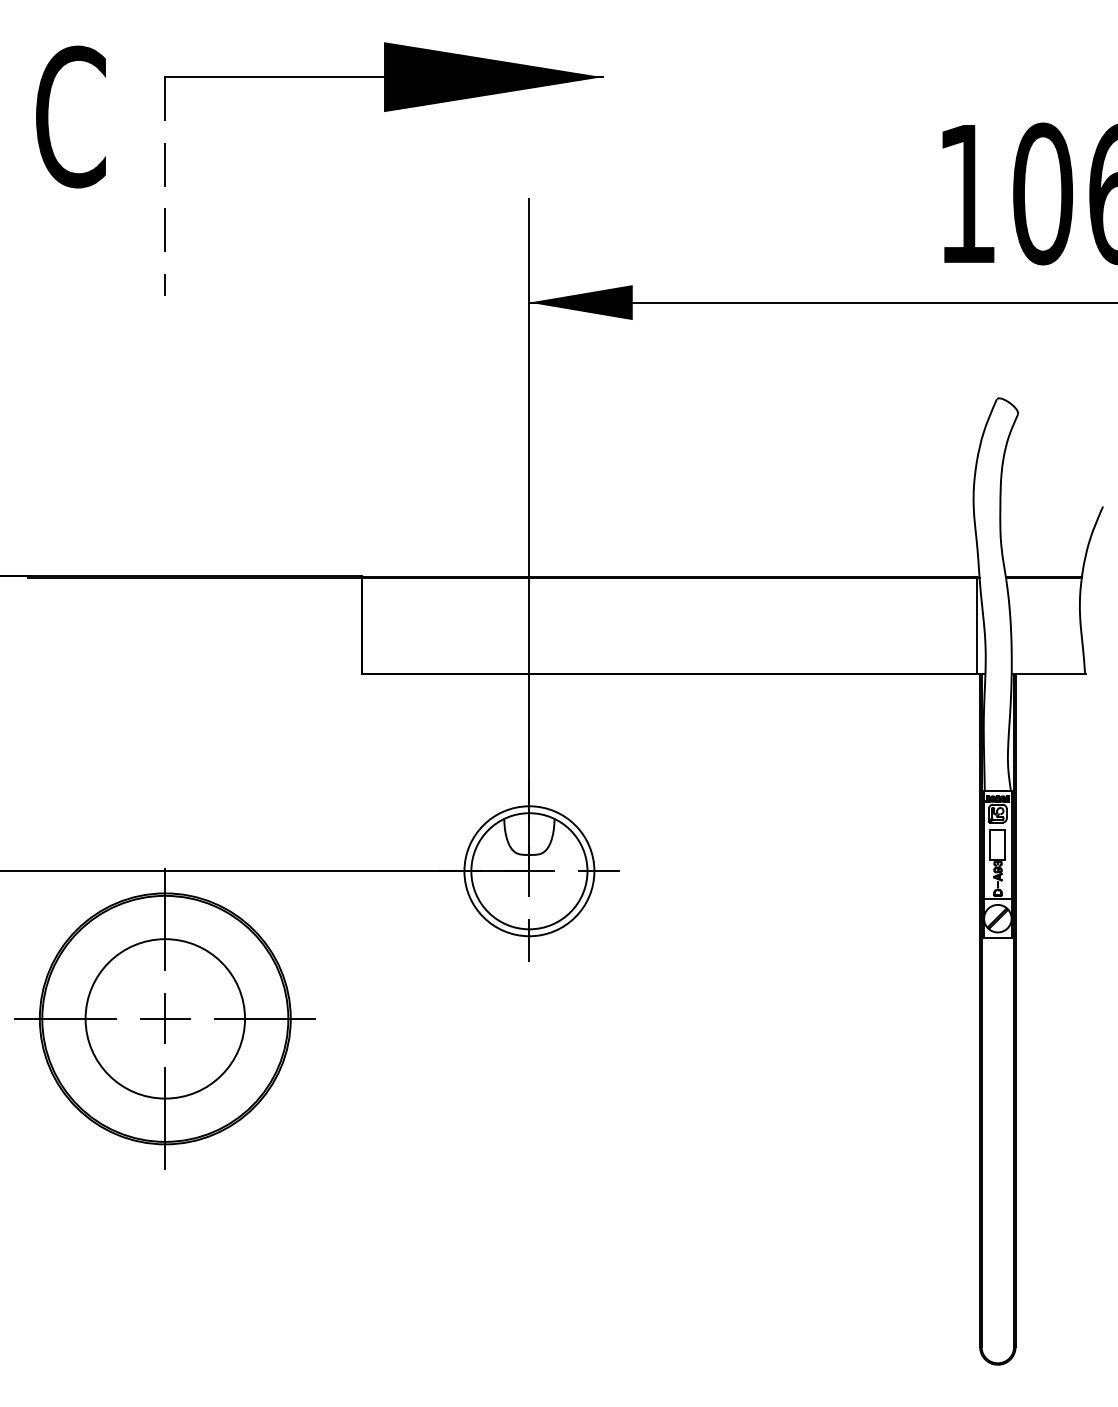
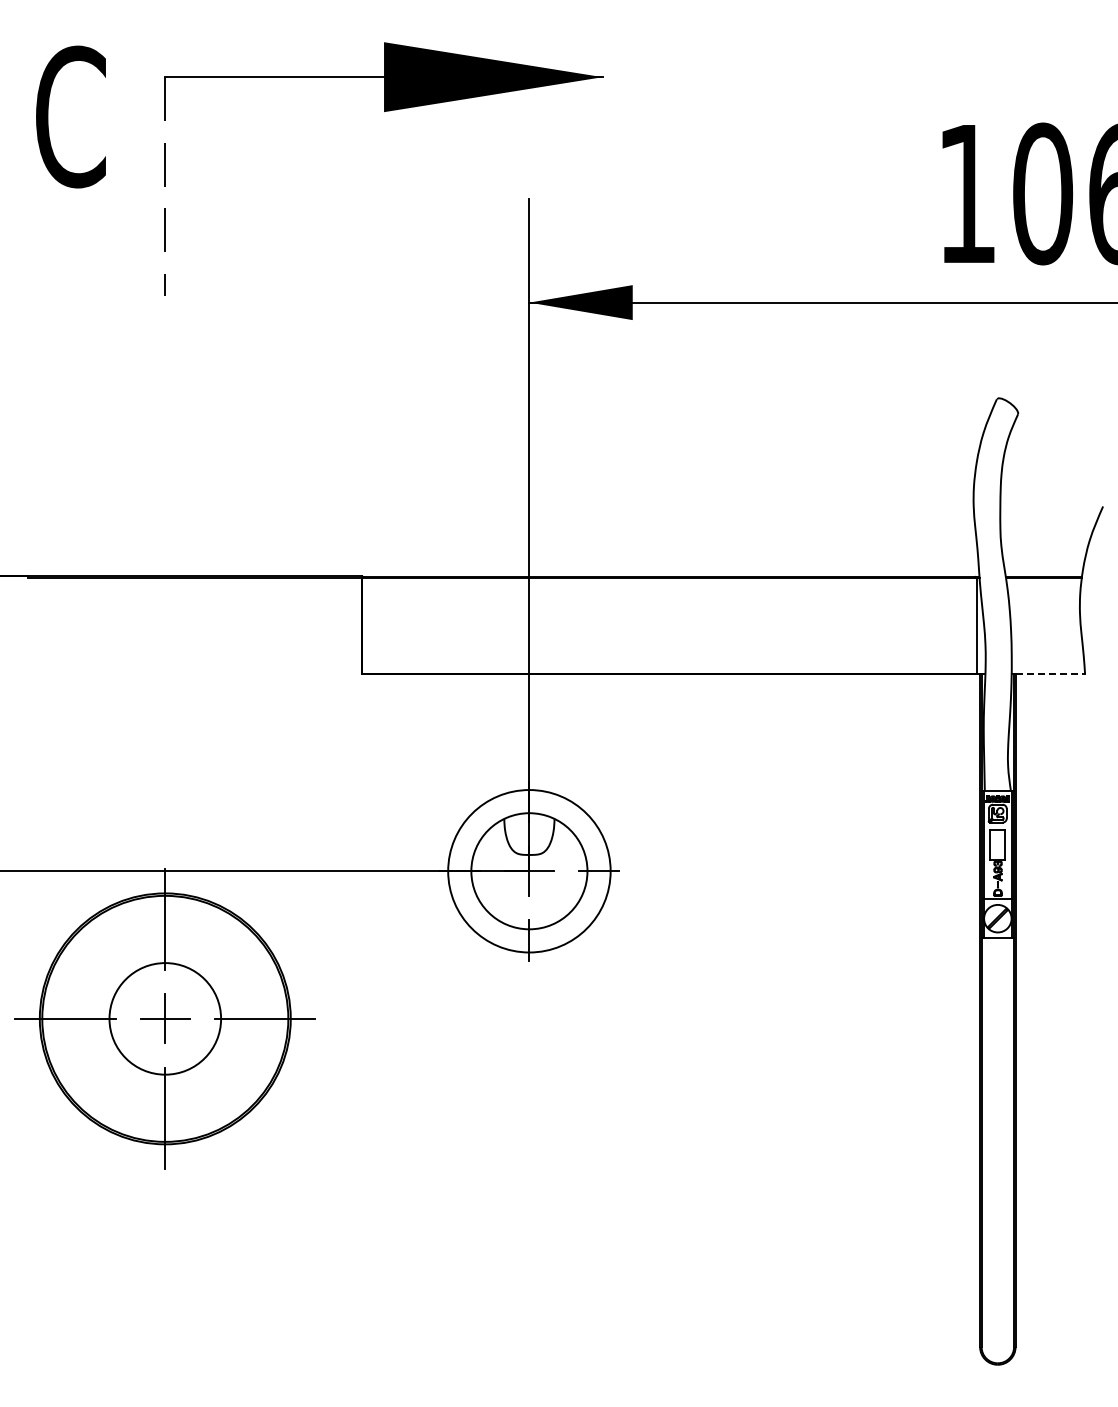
line at (1051, 674): solid -> dashed
circle at (529, 871) diameter: 130 px -> 162 px
circle at (165, 1018) diameter: 159 px -> 112 px
